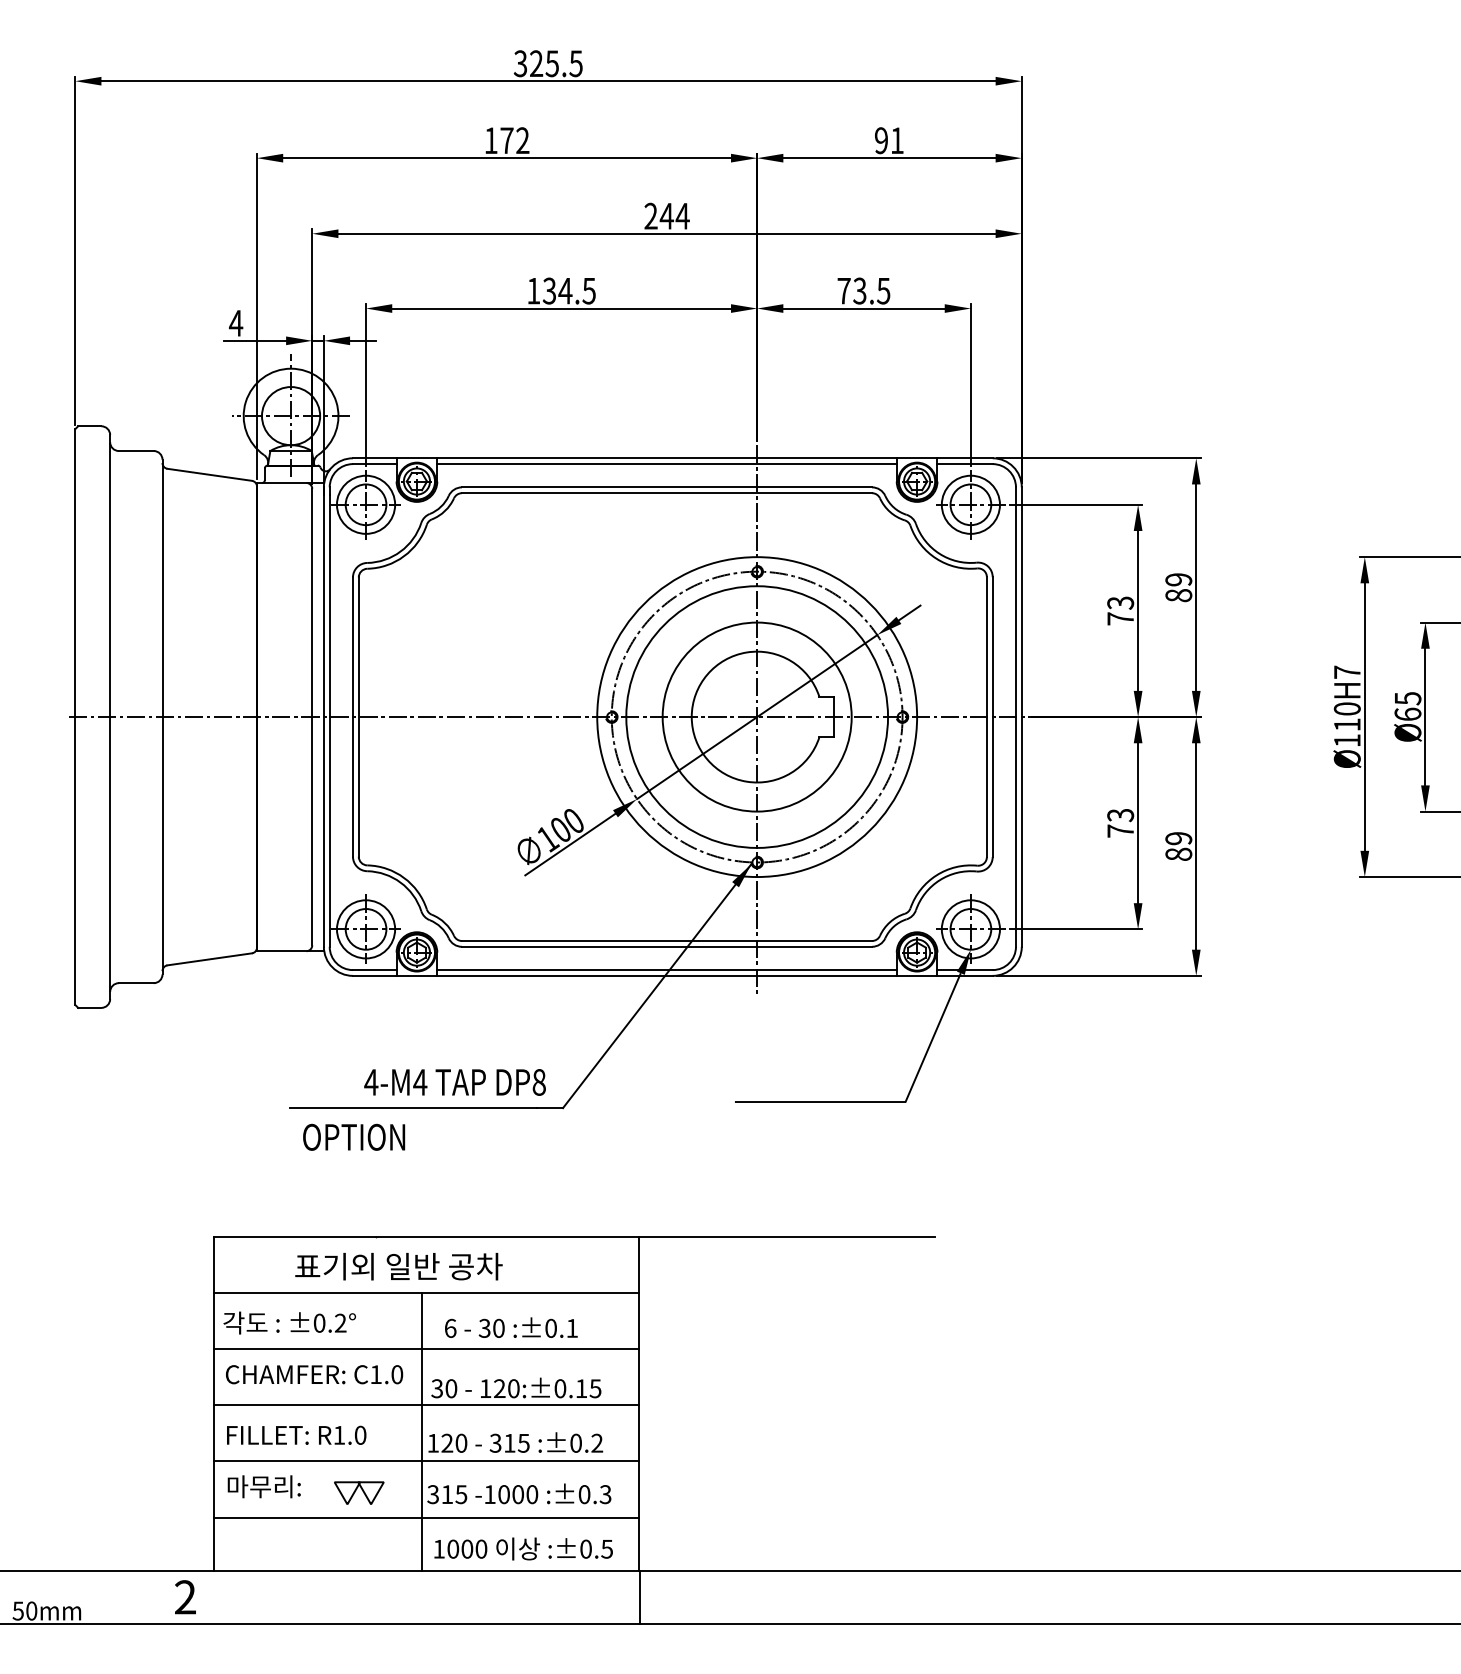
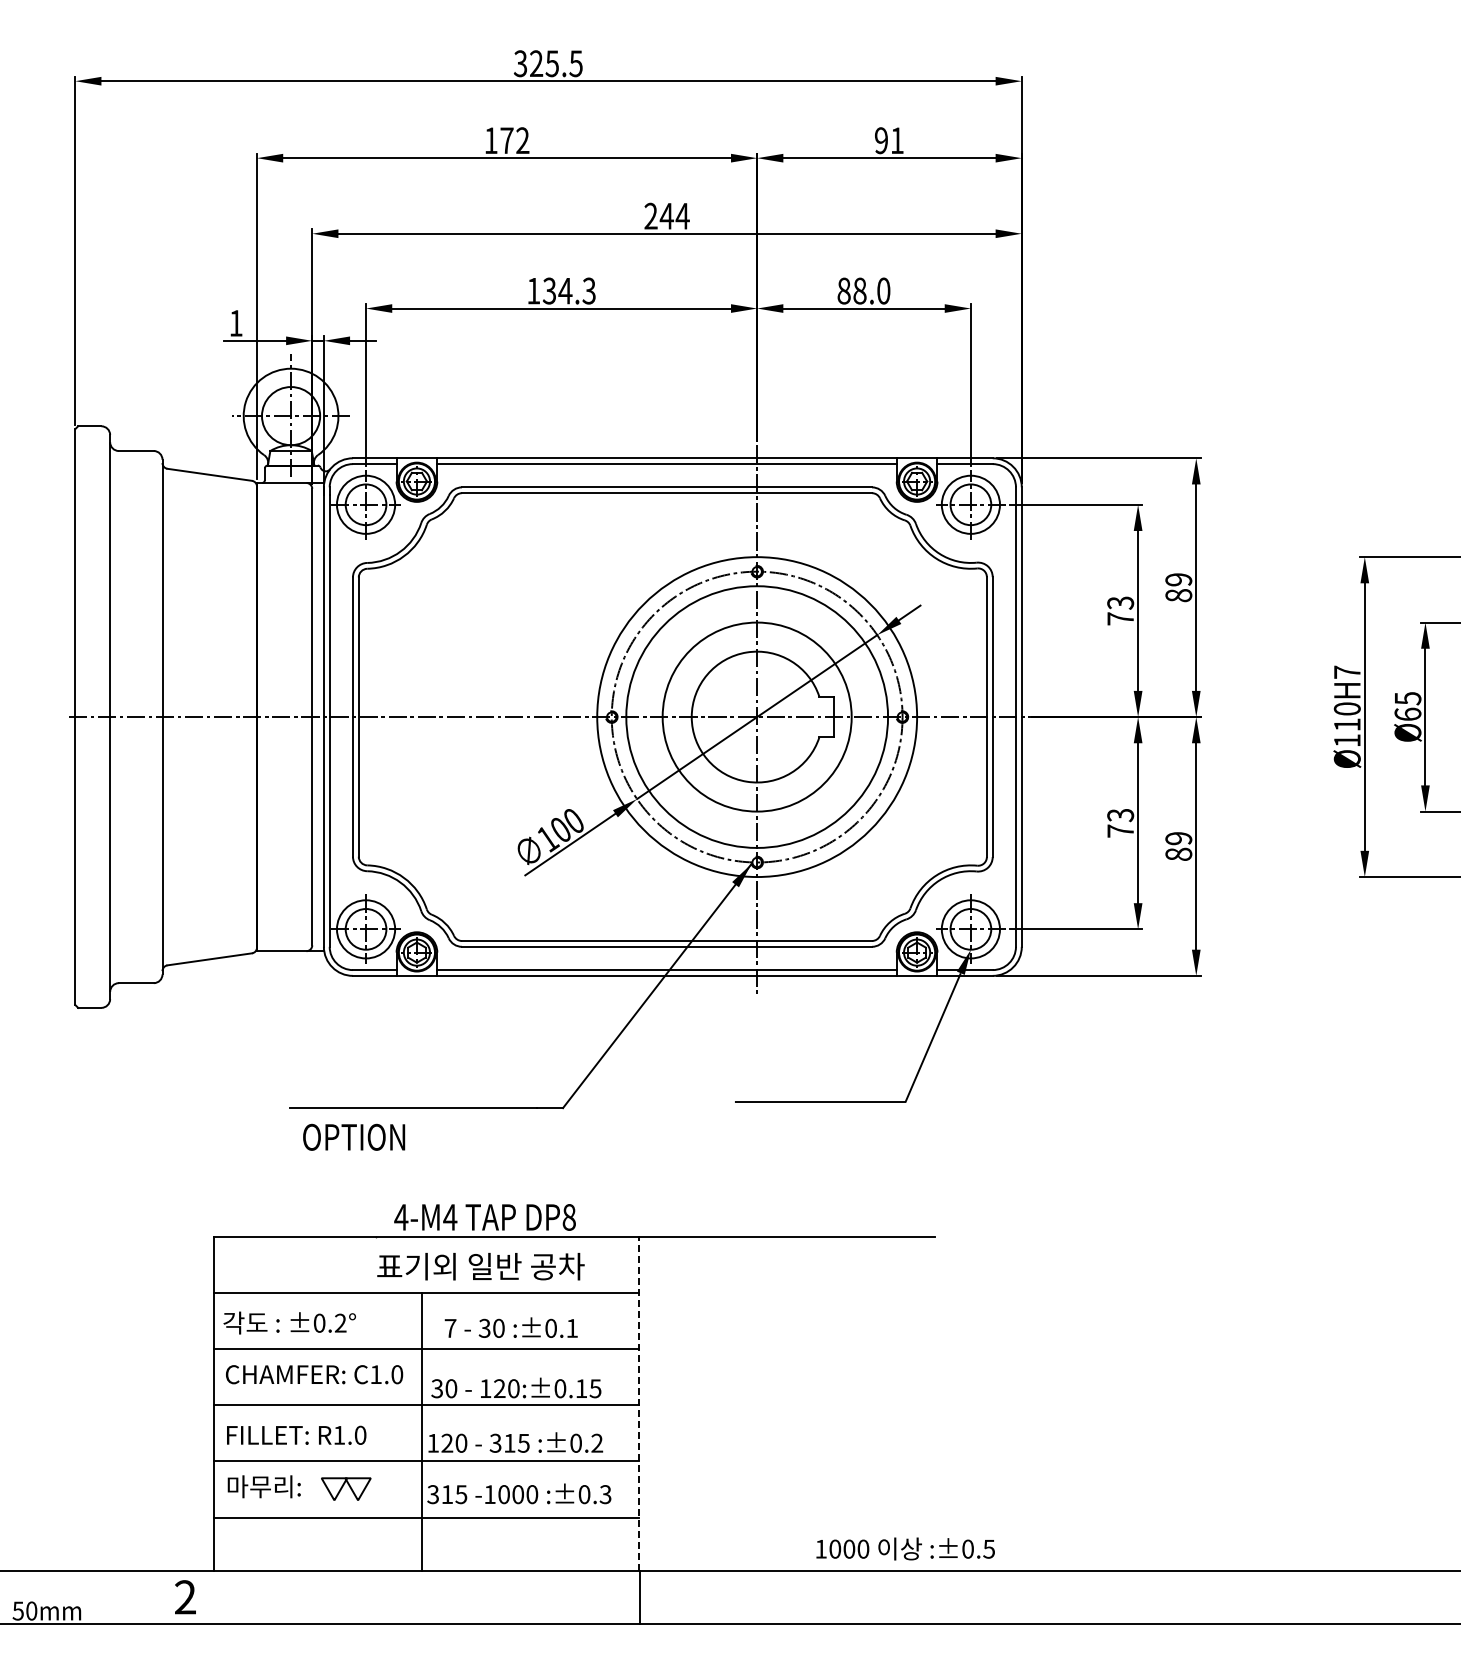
text at (588, 290): 134.5 -> 134.3
text at (863, 290): 73.5 -> 88.0
text at (236, 323): 4 -> 1
text at (454, 1082) position: (454, 1082) -> (484, 1217)
text at (398, 1266) position: (398, 1266) -> (480, 1266)
text at (450, 1327): 6 -> 7
line at (638, 1403): solid -> dashed
part at (359, 1492) position: (359, 1492) -> (346, 1488)
text at (523, 1548) position: (523, 1548) -> (905, 1548)
